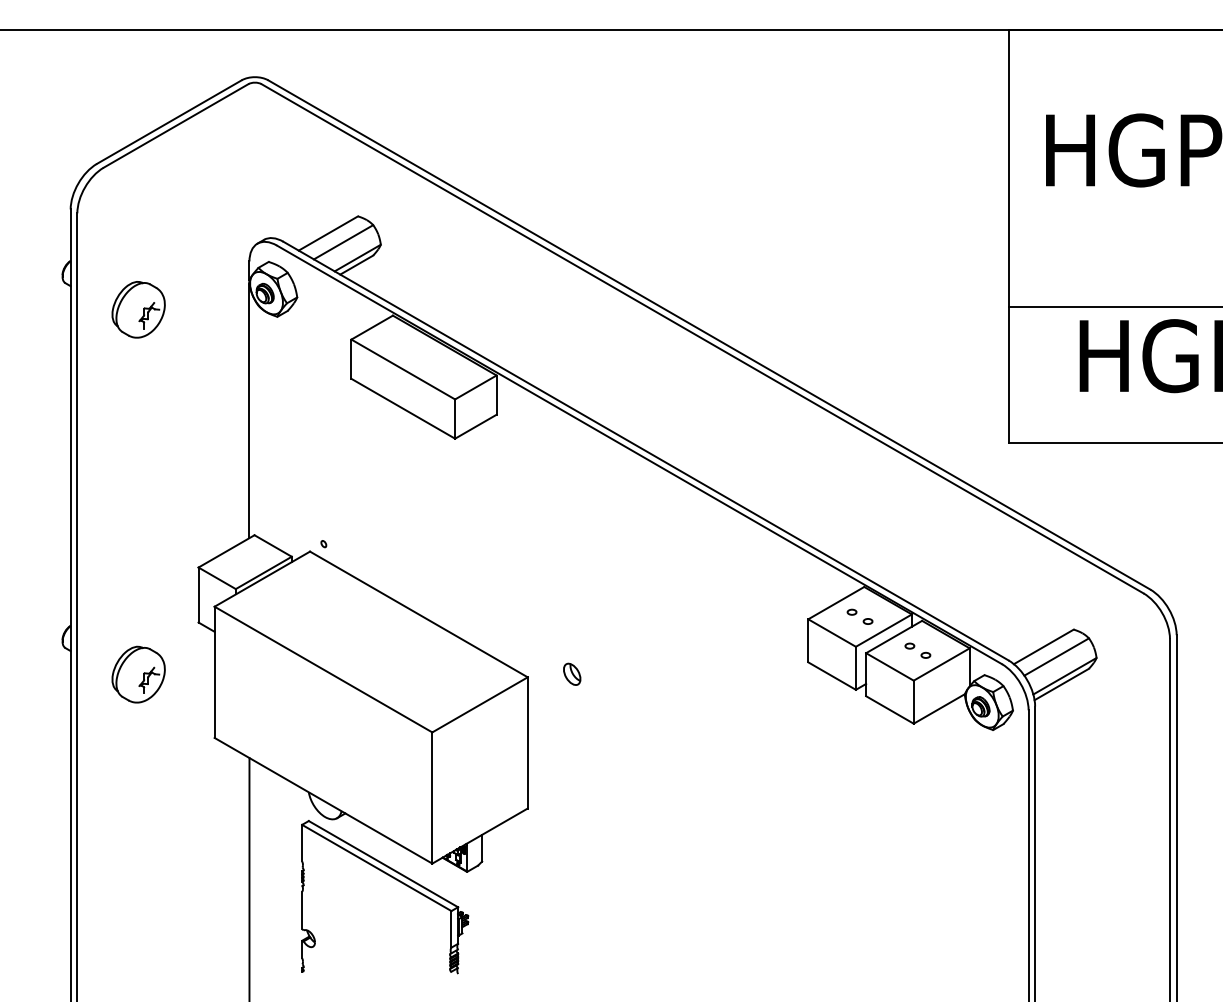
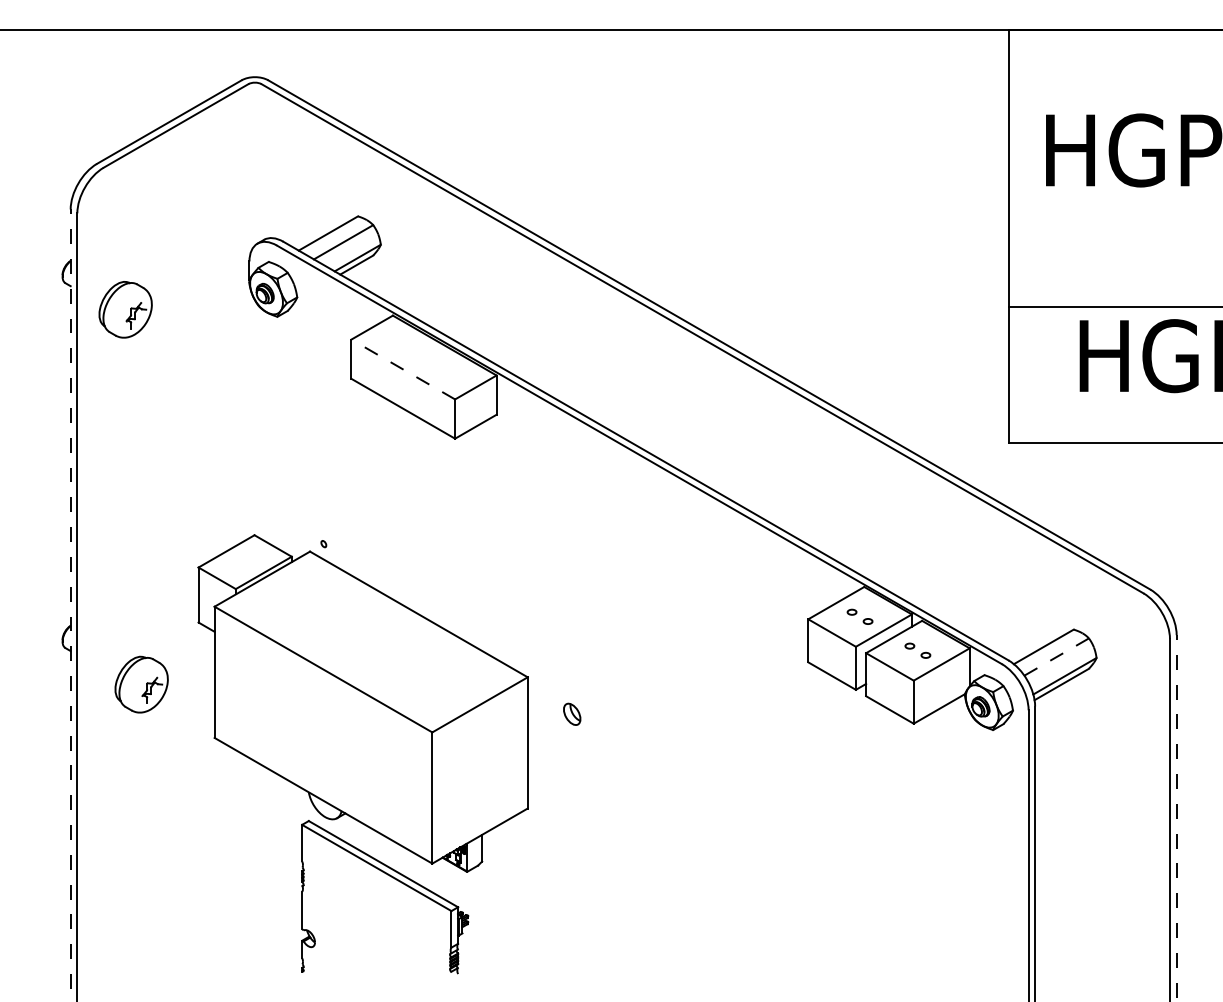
part at (138, 309) position: (138, 309) -> (125, 309)
line at (403, 369): solid -> dashed
line at (249, 411): present -> none
line at (70, 605): solid -> dashed
line at (1056, 657): solid -> dashed
part at (572, 673) position: (572, 673) -> (572, 713)
part at (138, 674) position: (138, 674) -> (141, 684)
line at (1176, 818): solid -> dashed
line at (249, 878): present -> none
